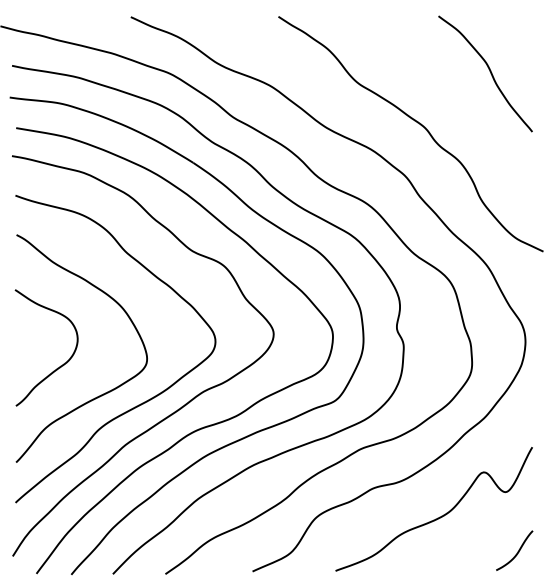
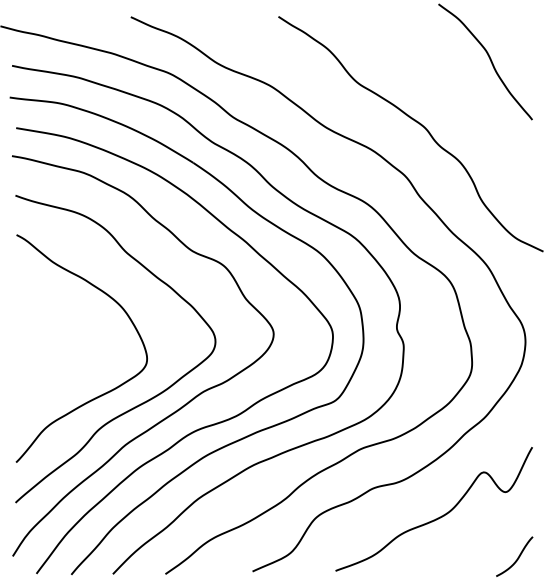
curve at (489, 71) position: (489, 71) -> (489, 59)
curve at (60, 365): present -> none
curve at (517, 551) position: (517, 551) -> (517, 557)
